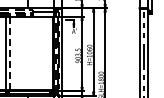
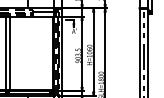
line at (10, 54): dashed -> solid
